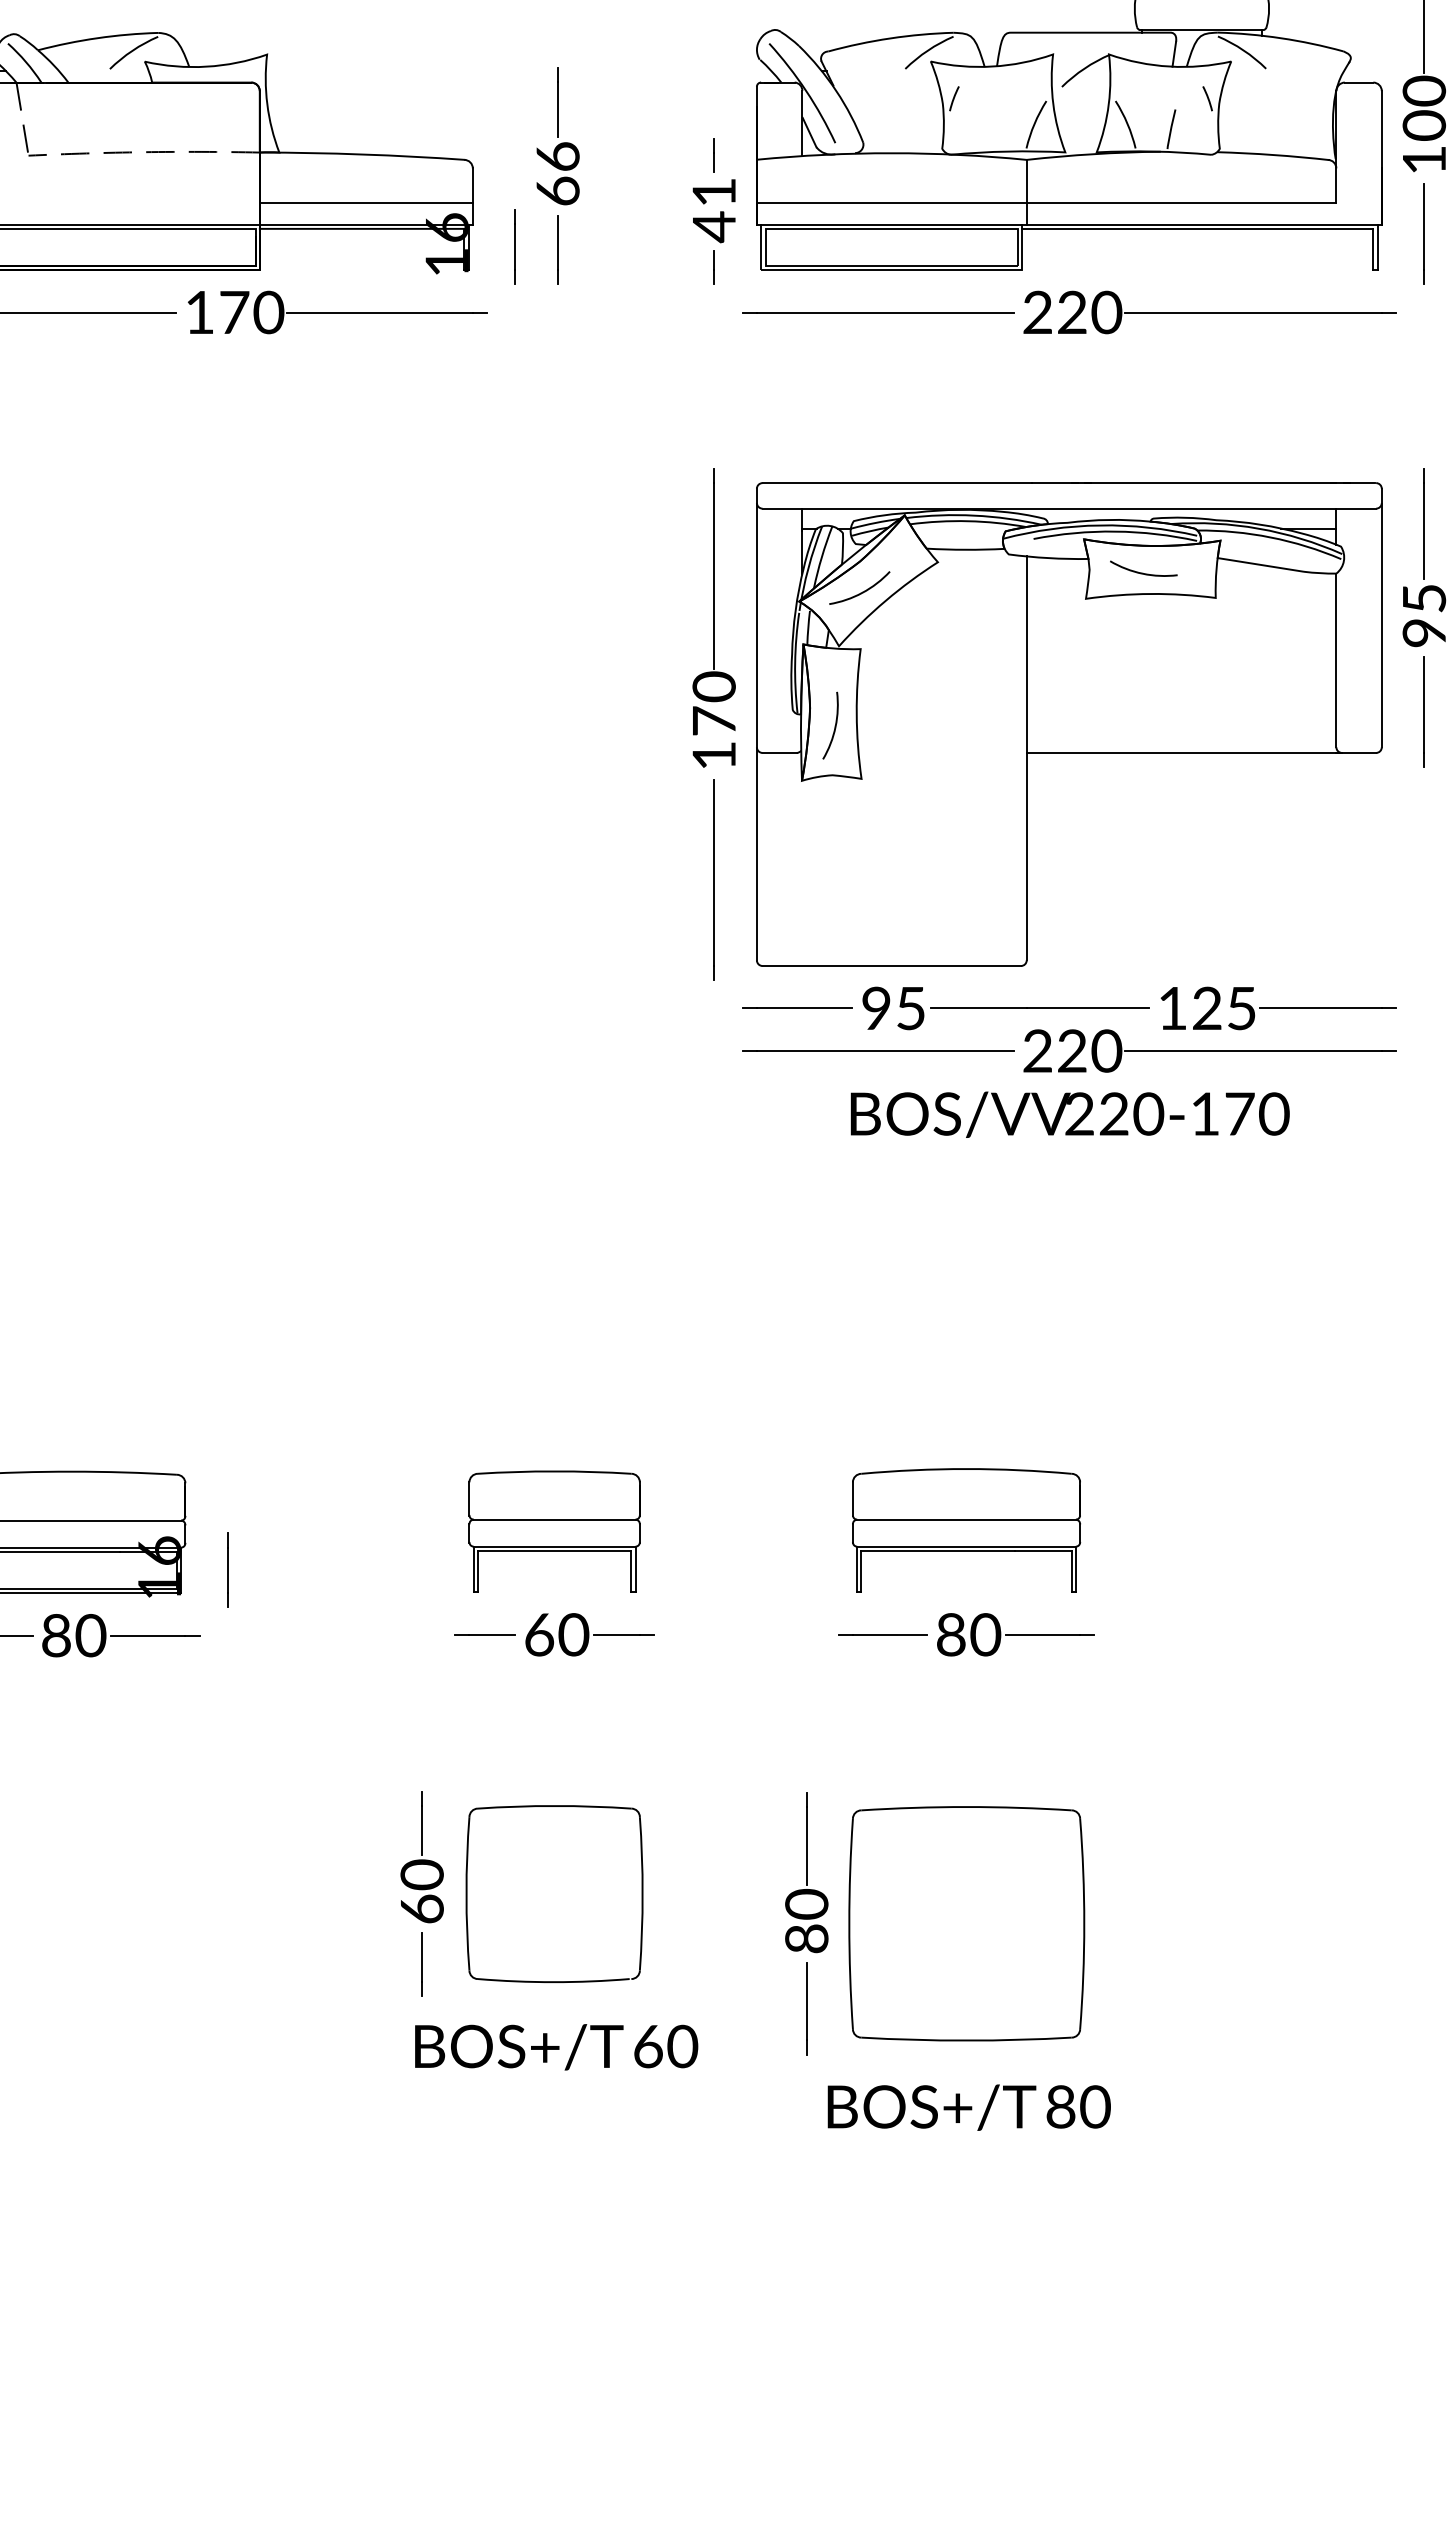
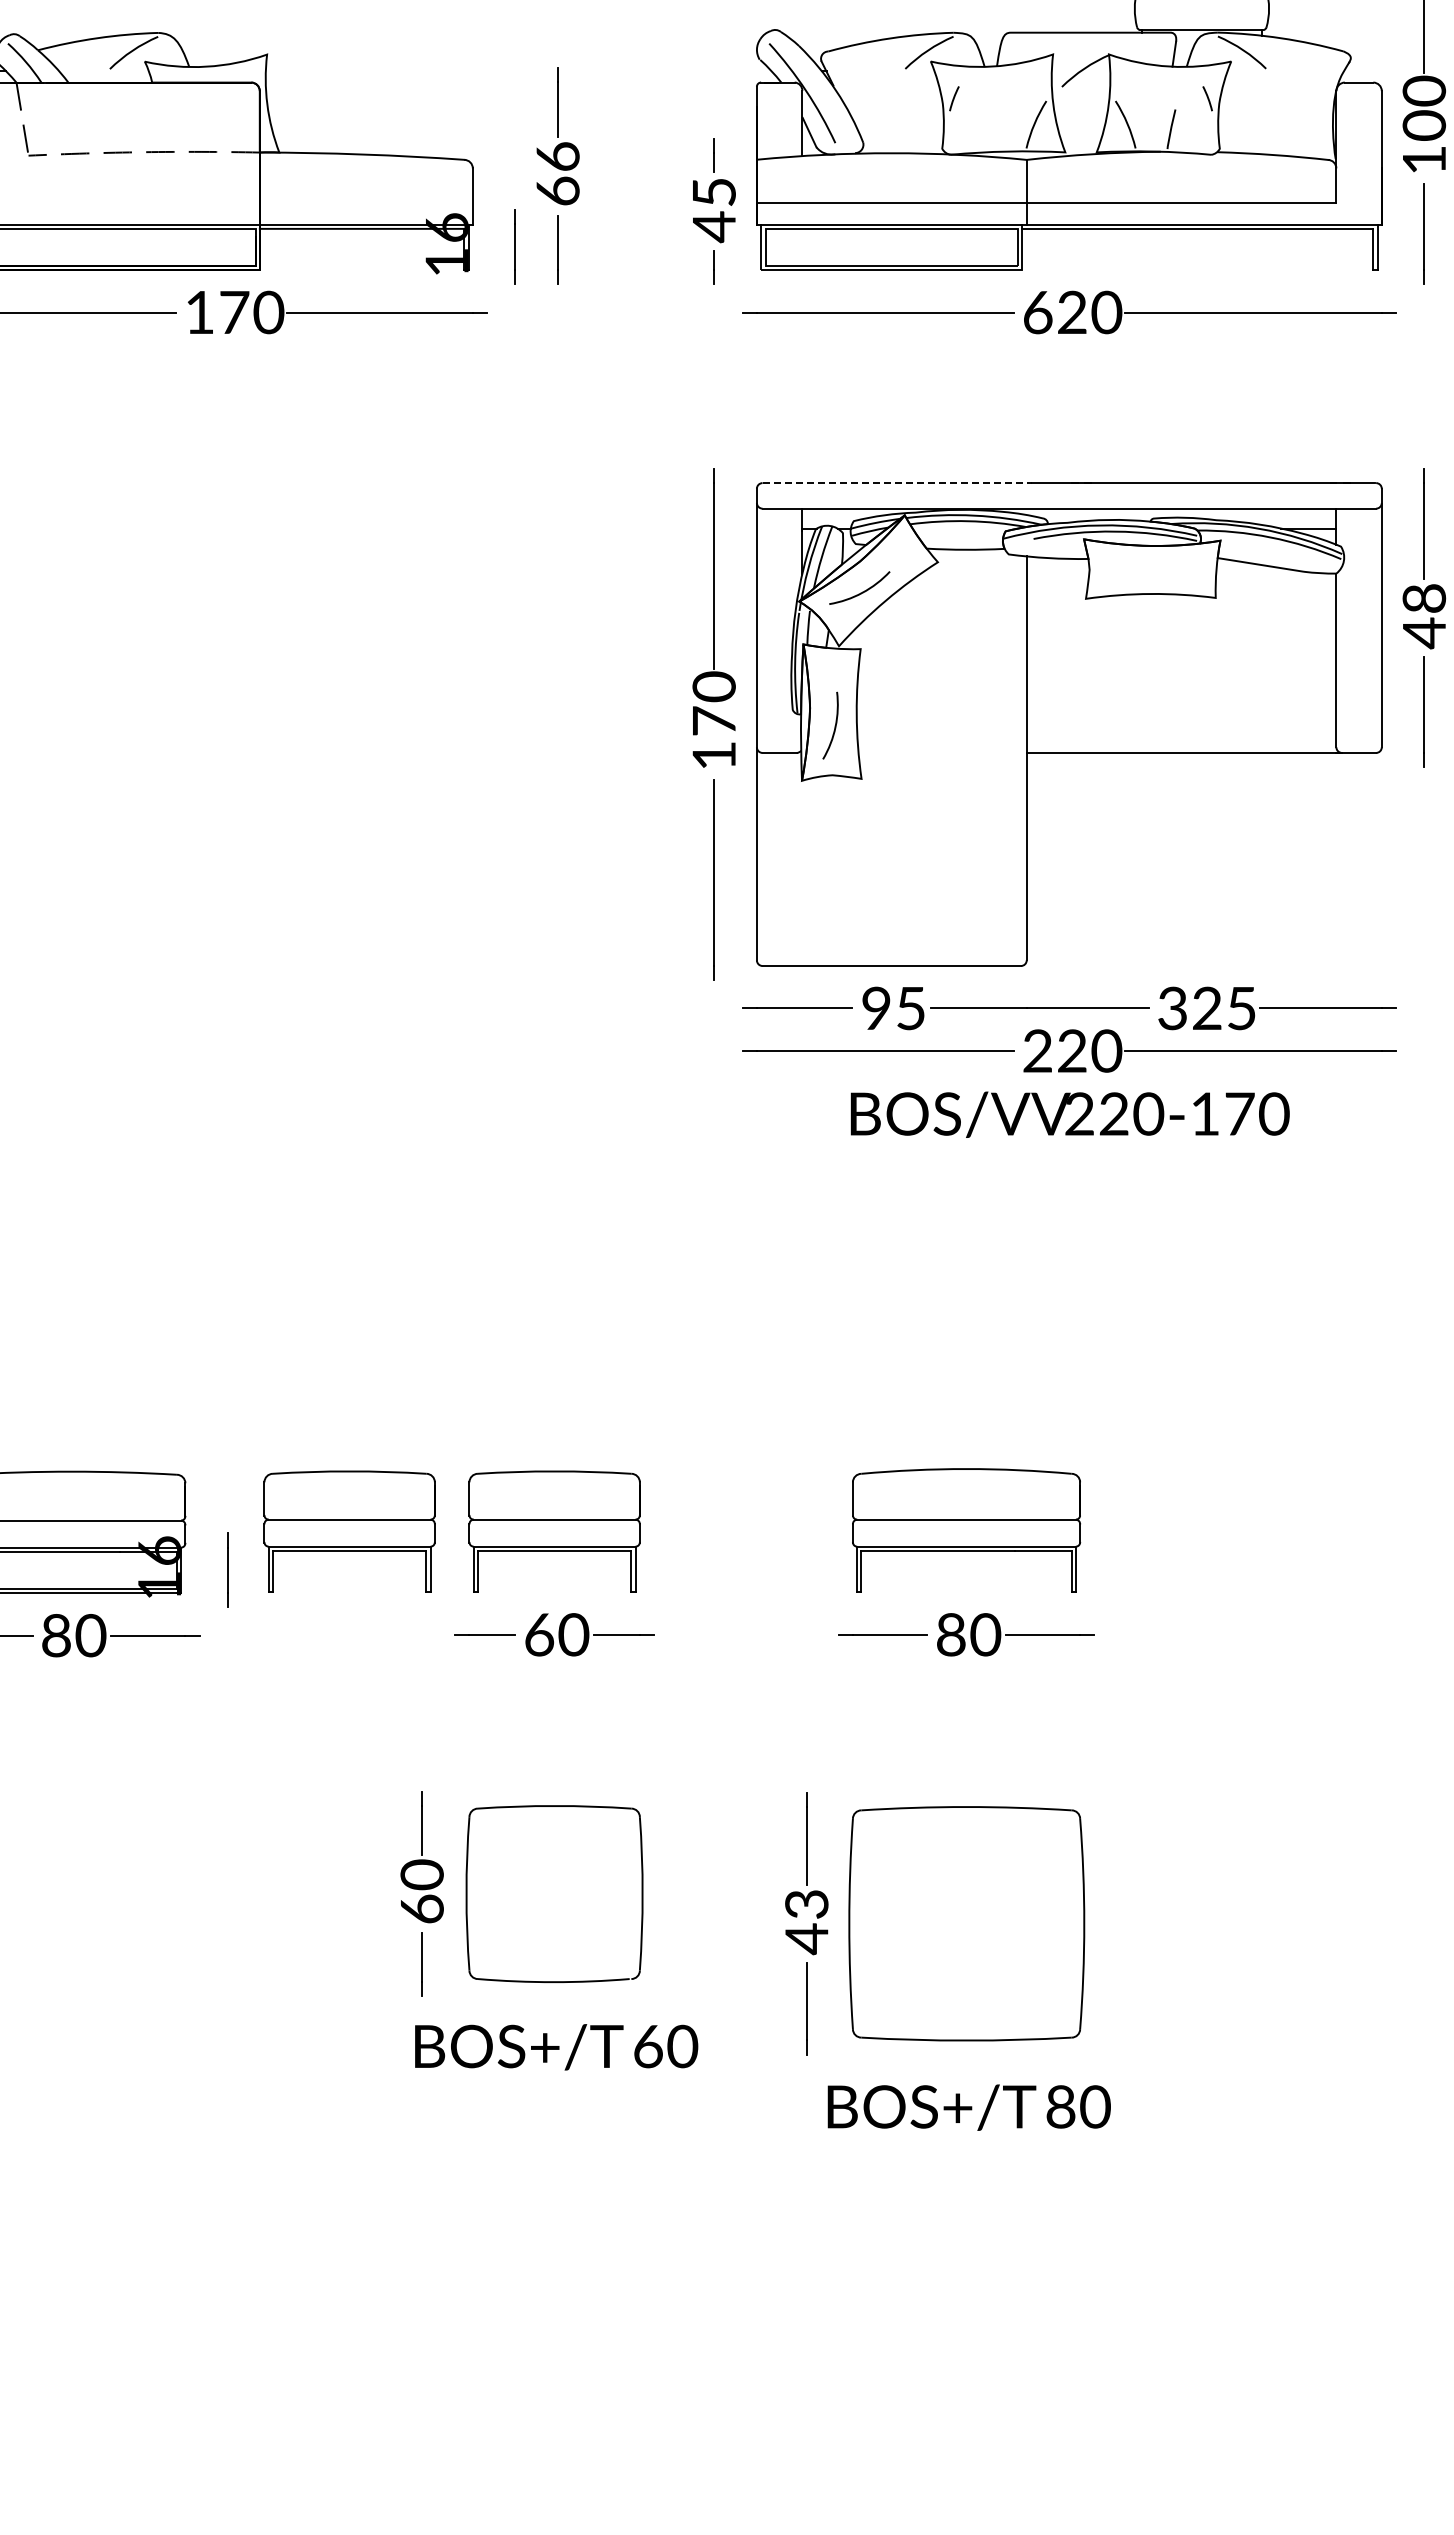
text at (714, 192): 41 -> 45
line at (365, 203): present -> none
text at (1037, 312): 220 -> 620
line at (897, 483): solid -> dashed
arc at (1143, 572): present -> none
text at (1424, 616): 95 -> 48
text at (1172, 1008): 125 -> 325
part at (349, 1531): none -> present
text at (806, 1921): 80 -> 43
